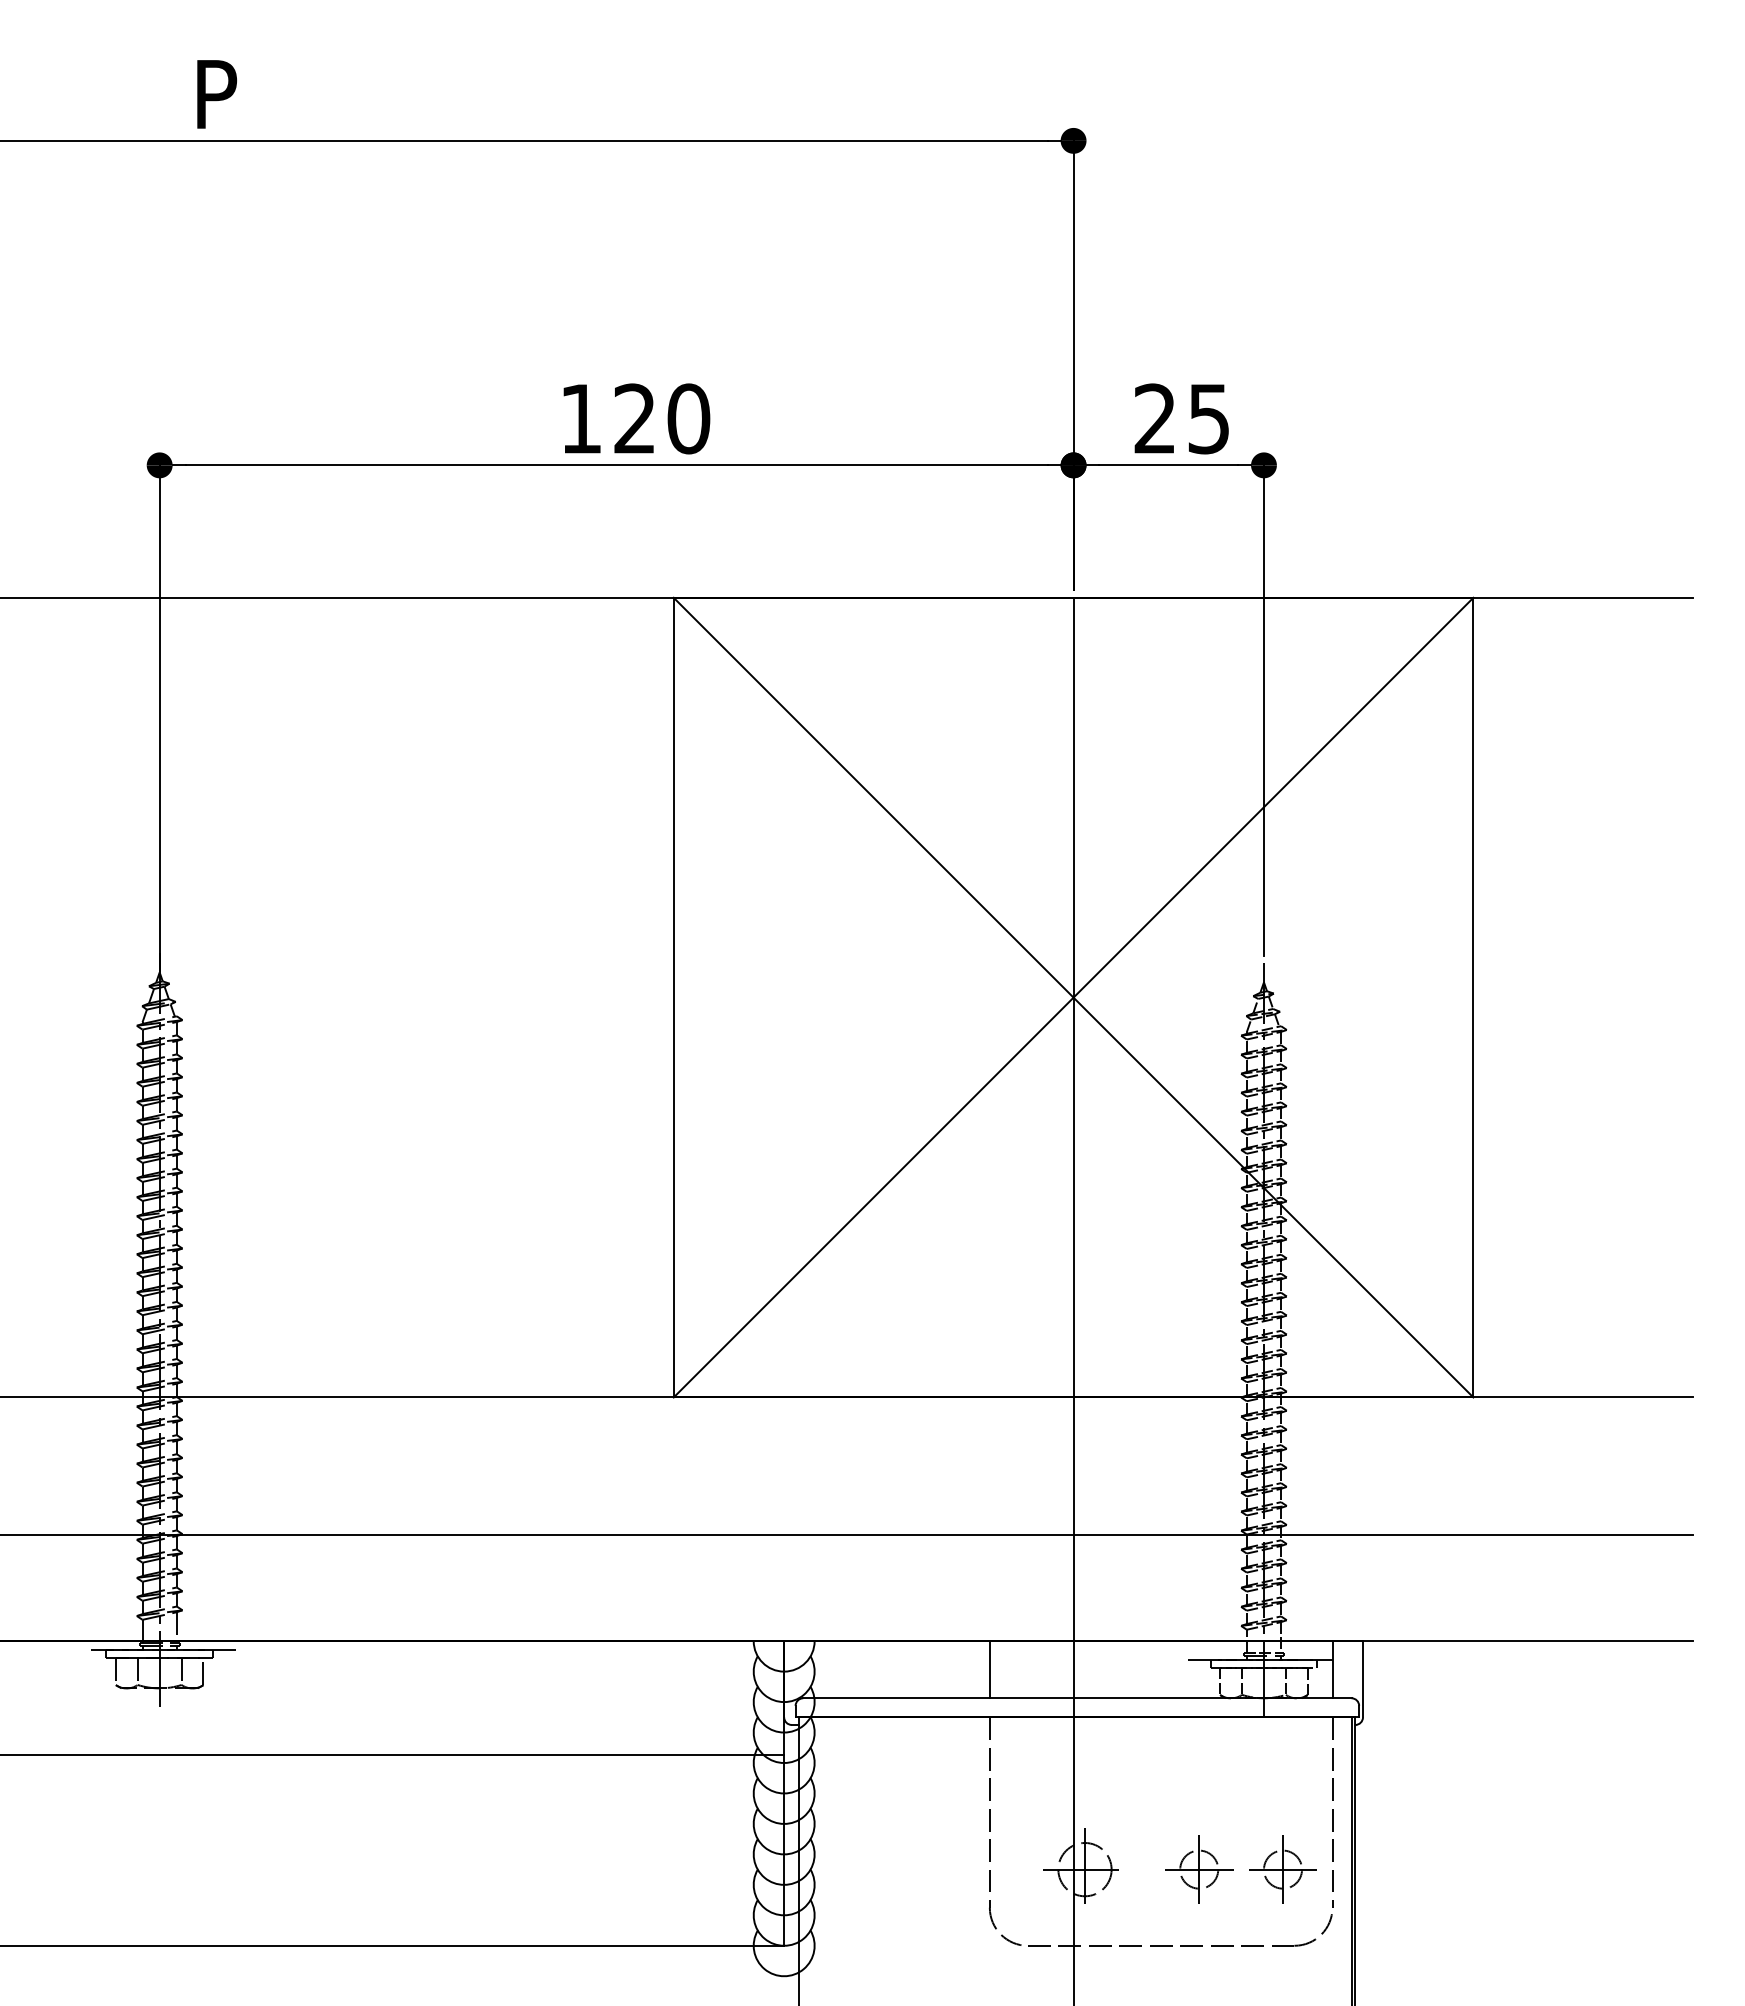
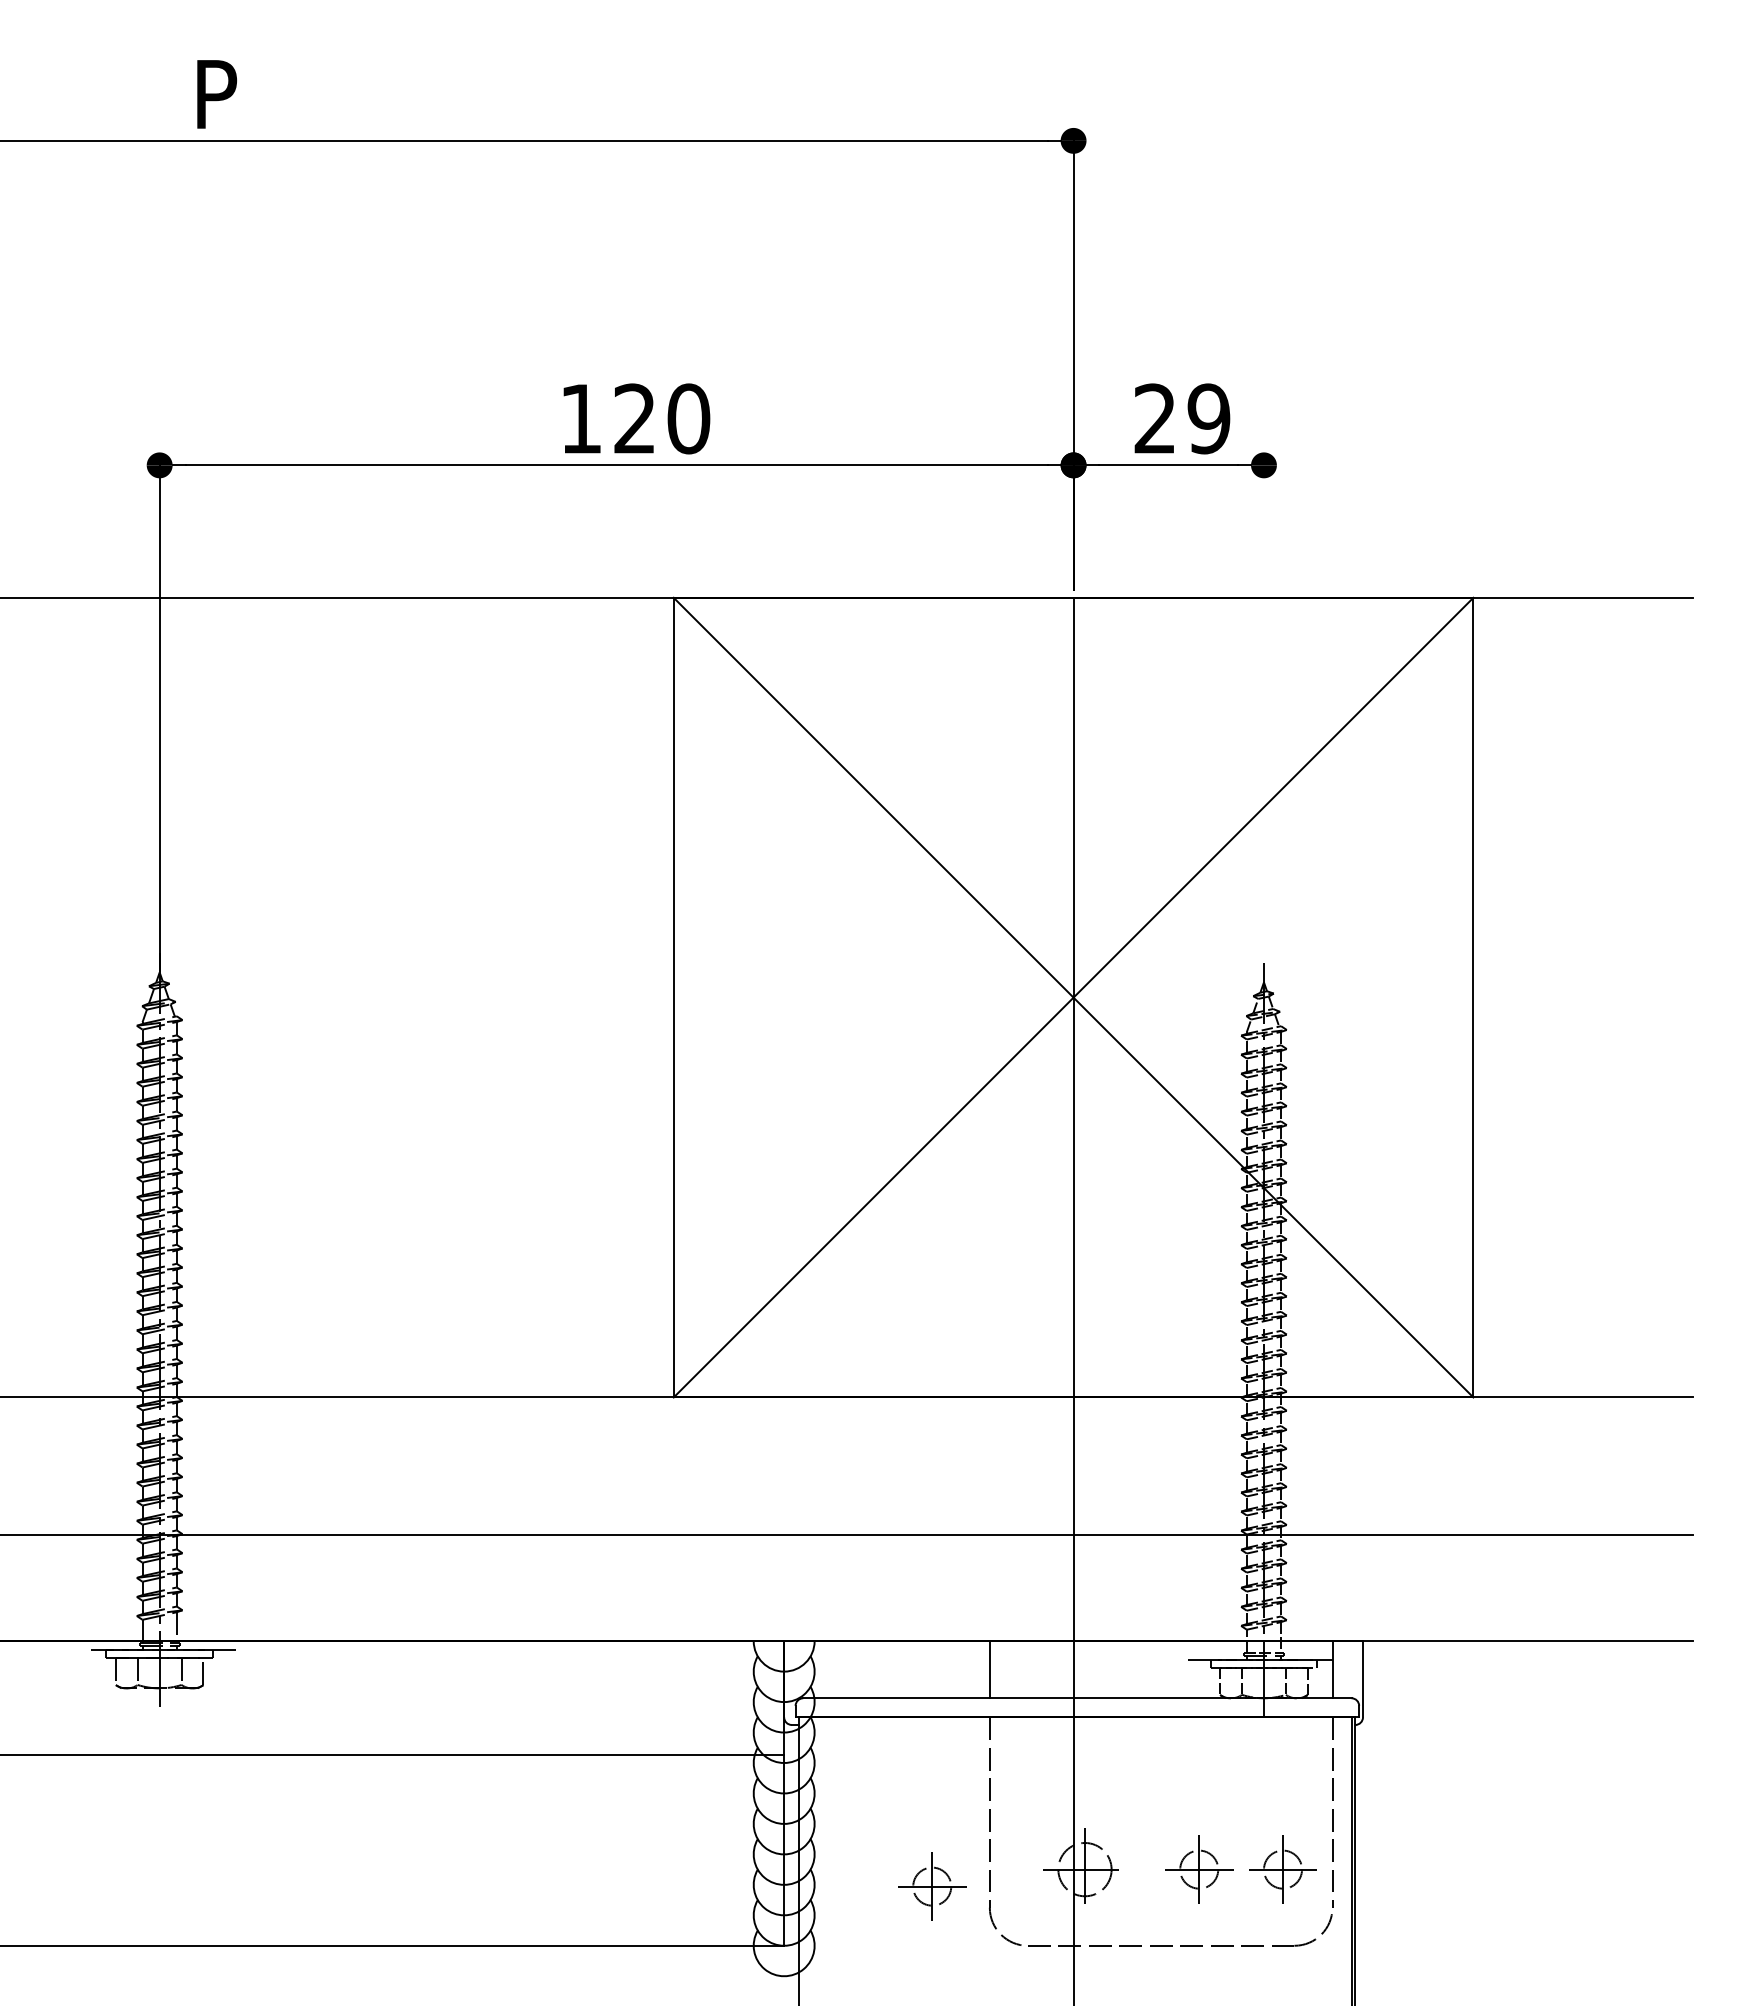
text at (1208, 418): 25 -> 29
line at (1263, 706): present -> none
part at (932, 1886): none -> present
